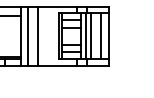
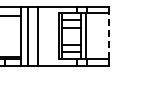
line at (91, 36): present -> none
line at (100, 36): present -> none
line at (109, 36): solid -> dashed
